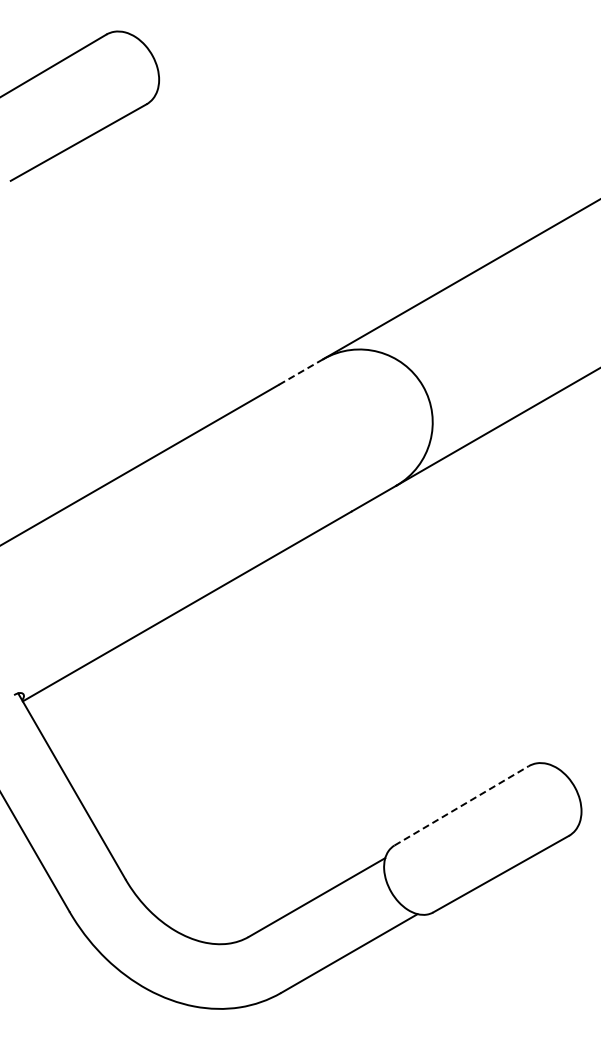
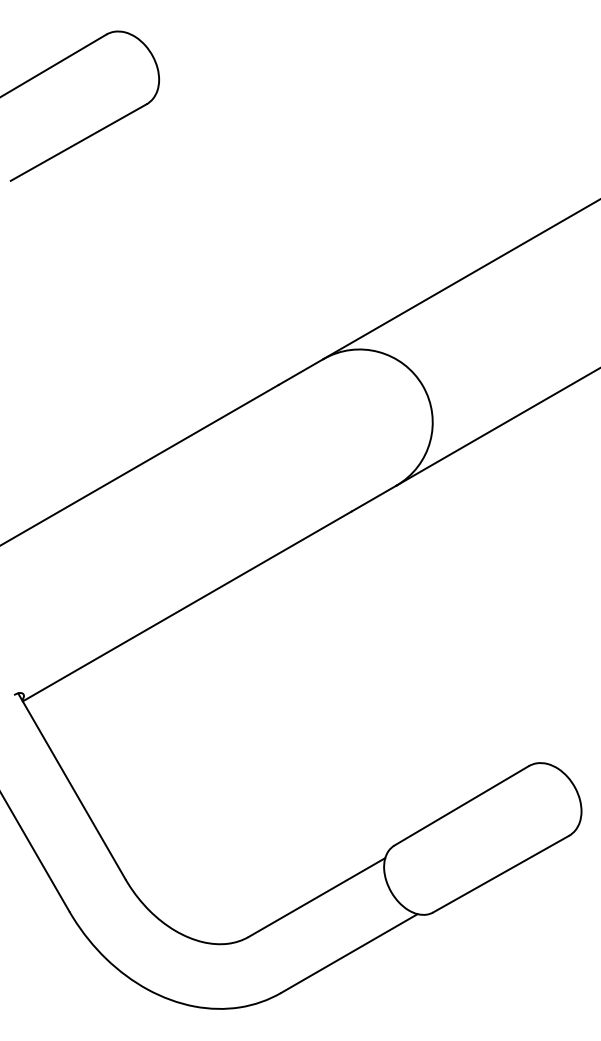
line at (300, 372): dashed -> solid
line at (461, 805): dashed -> solid
